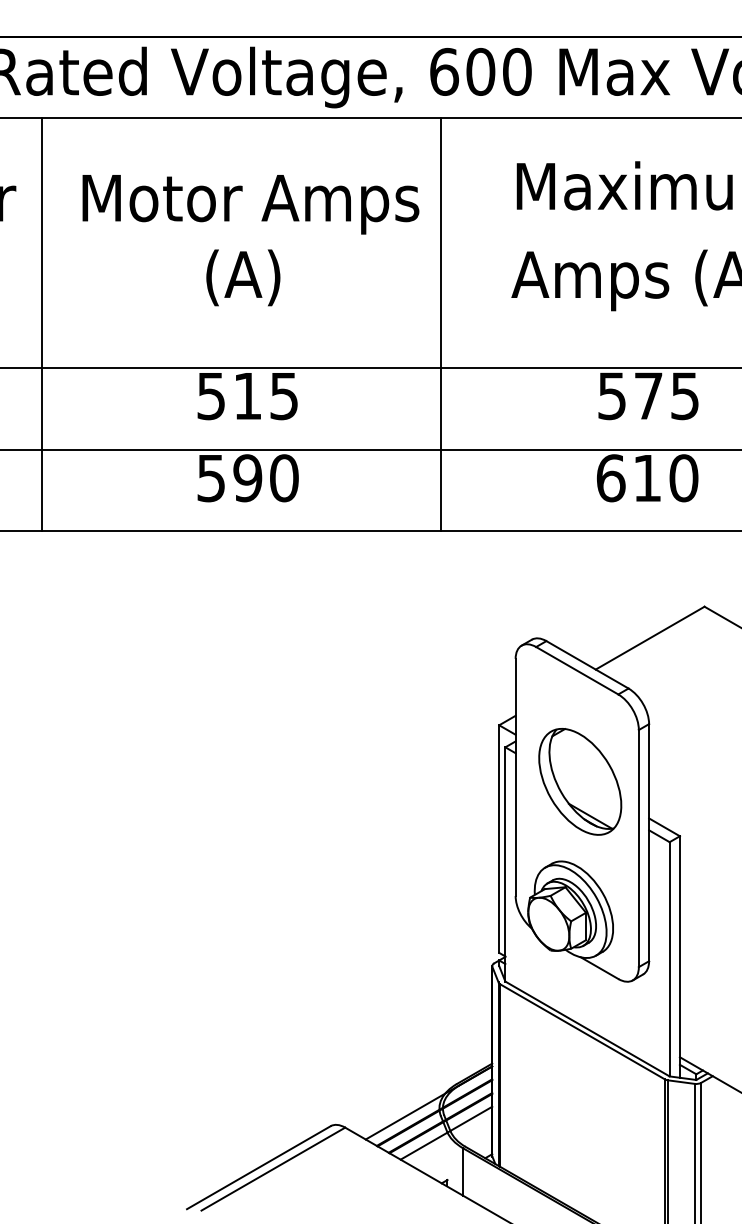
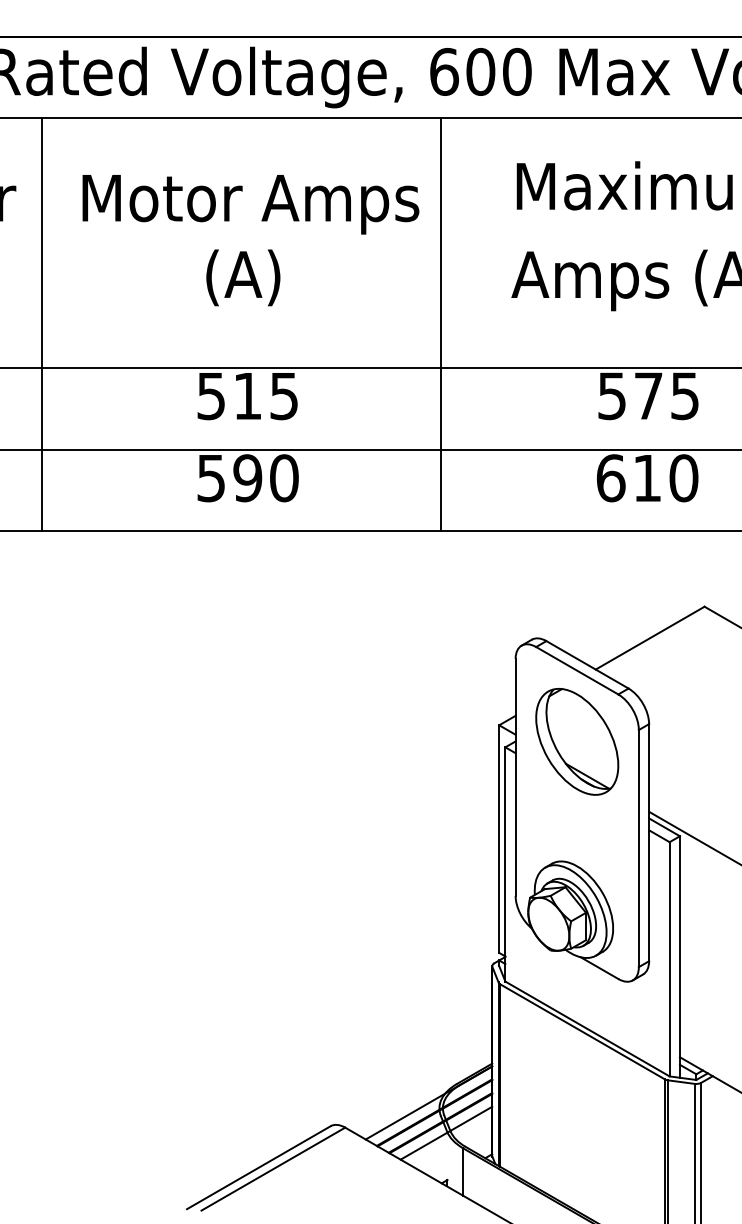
part at (580, 781) position: (580, 781) -> (577, 741)
line at (693, 837): none -> present
